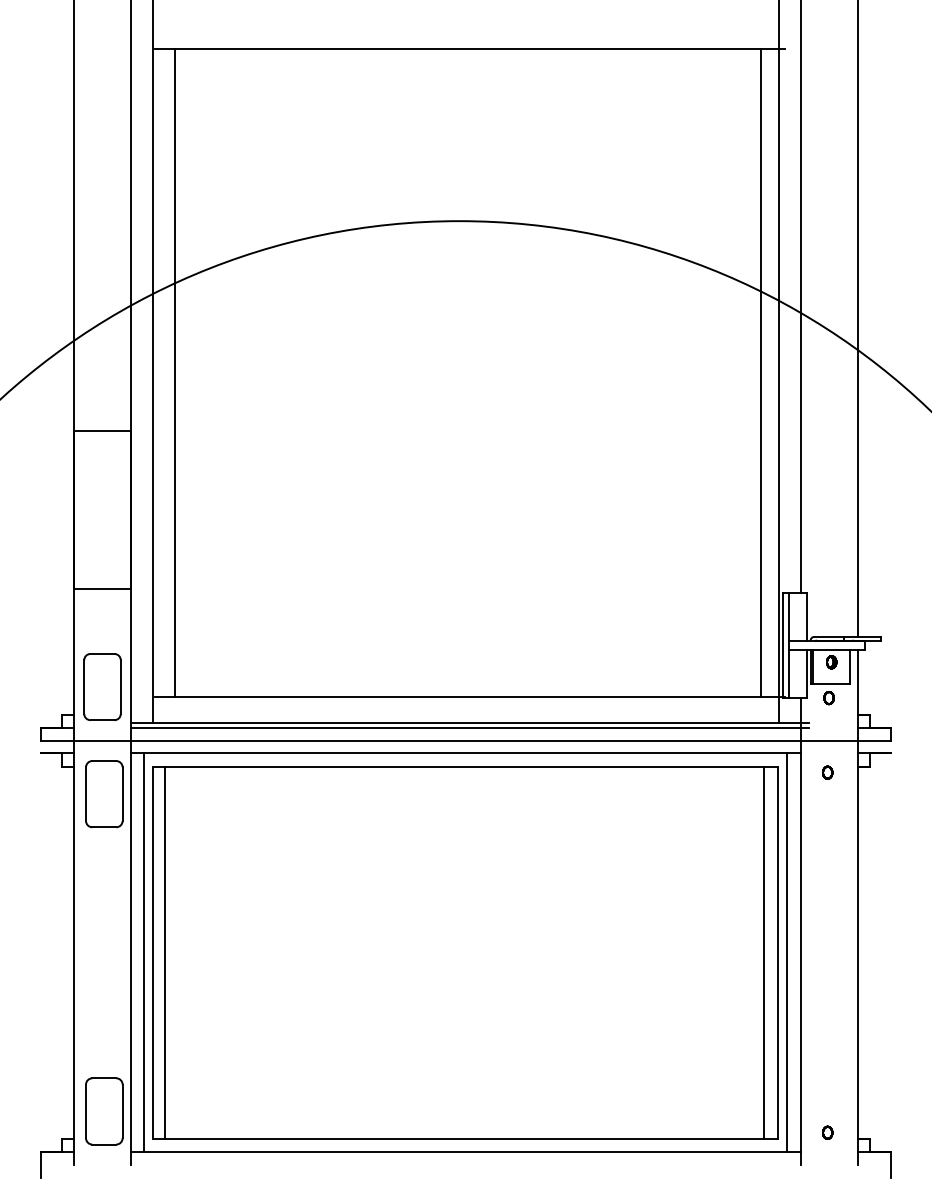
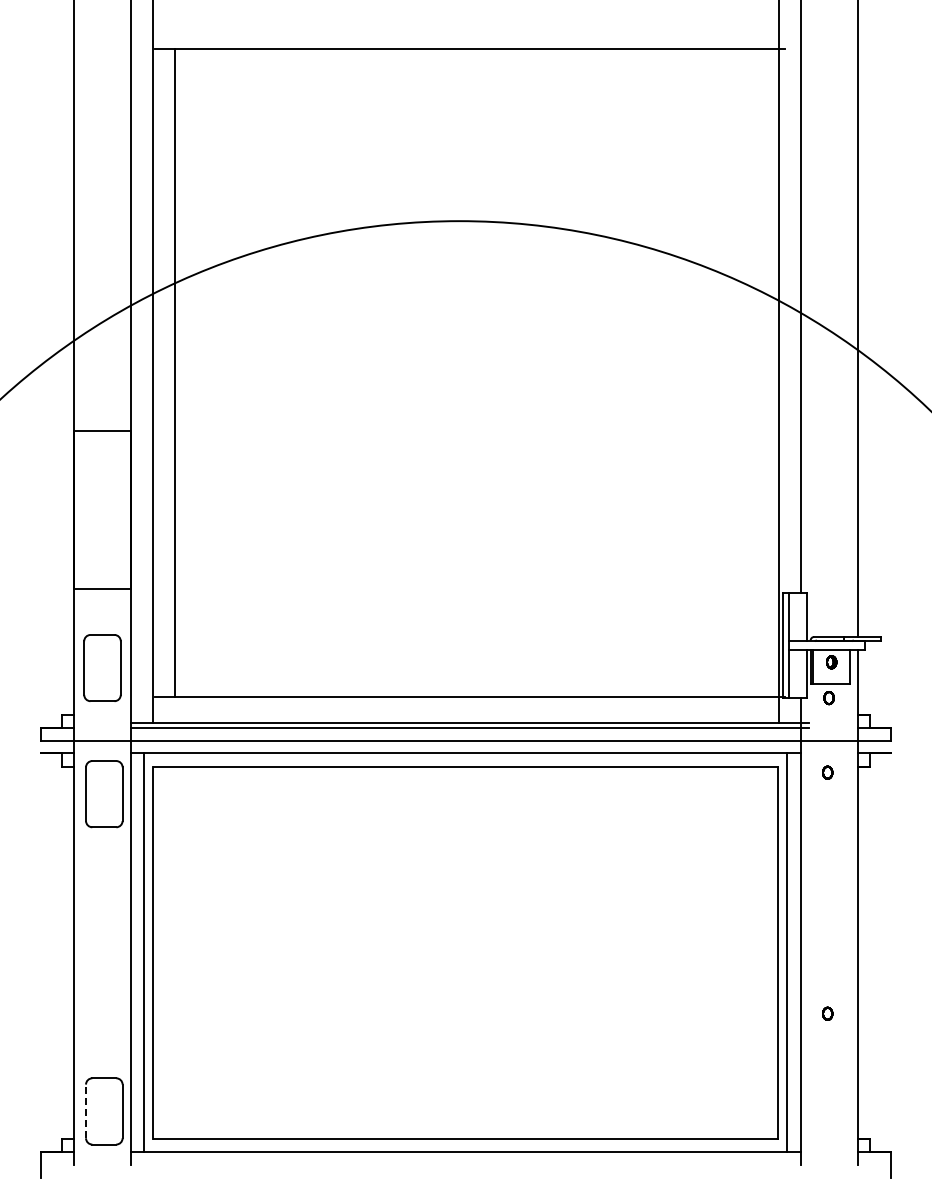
line at (760, 372): present -> none
part at (102, 686) position: (102, 686) -> (102, 667)
line at (165, 952): present -> none
line at (764, 952): present -> none
line at (86, 1111): solid -> dashed
part at (827, 1132) position: (827, 1132) -> (827, 1013)
